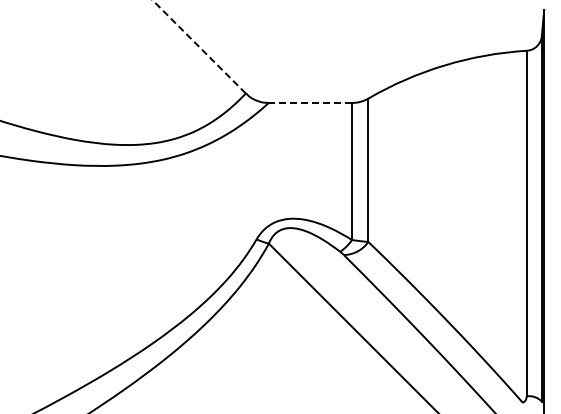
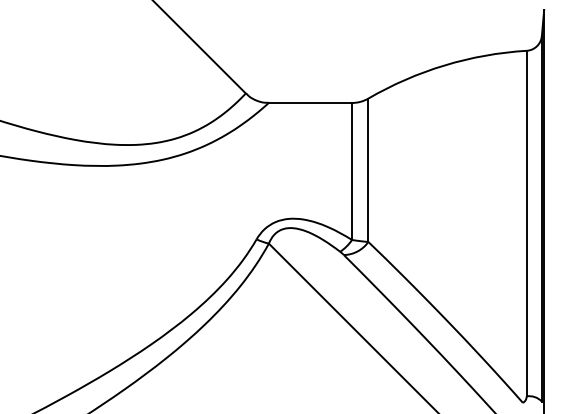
line at (199, 46): dashed -> solid
line at (310, 102): dashed -> solid
